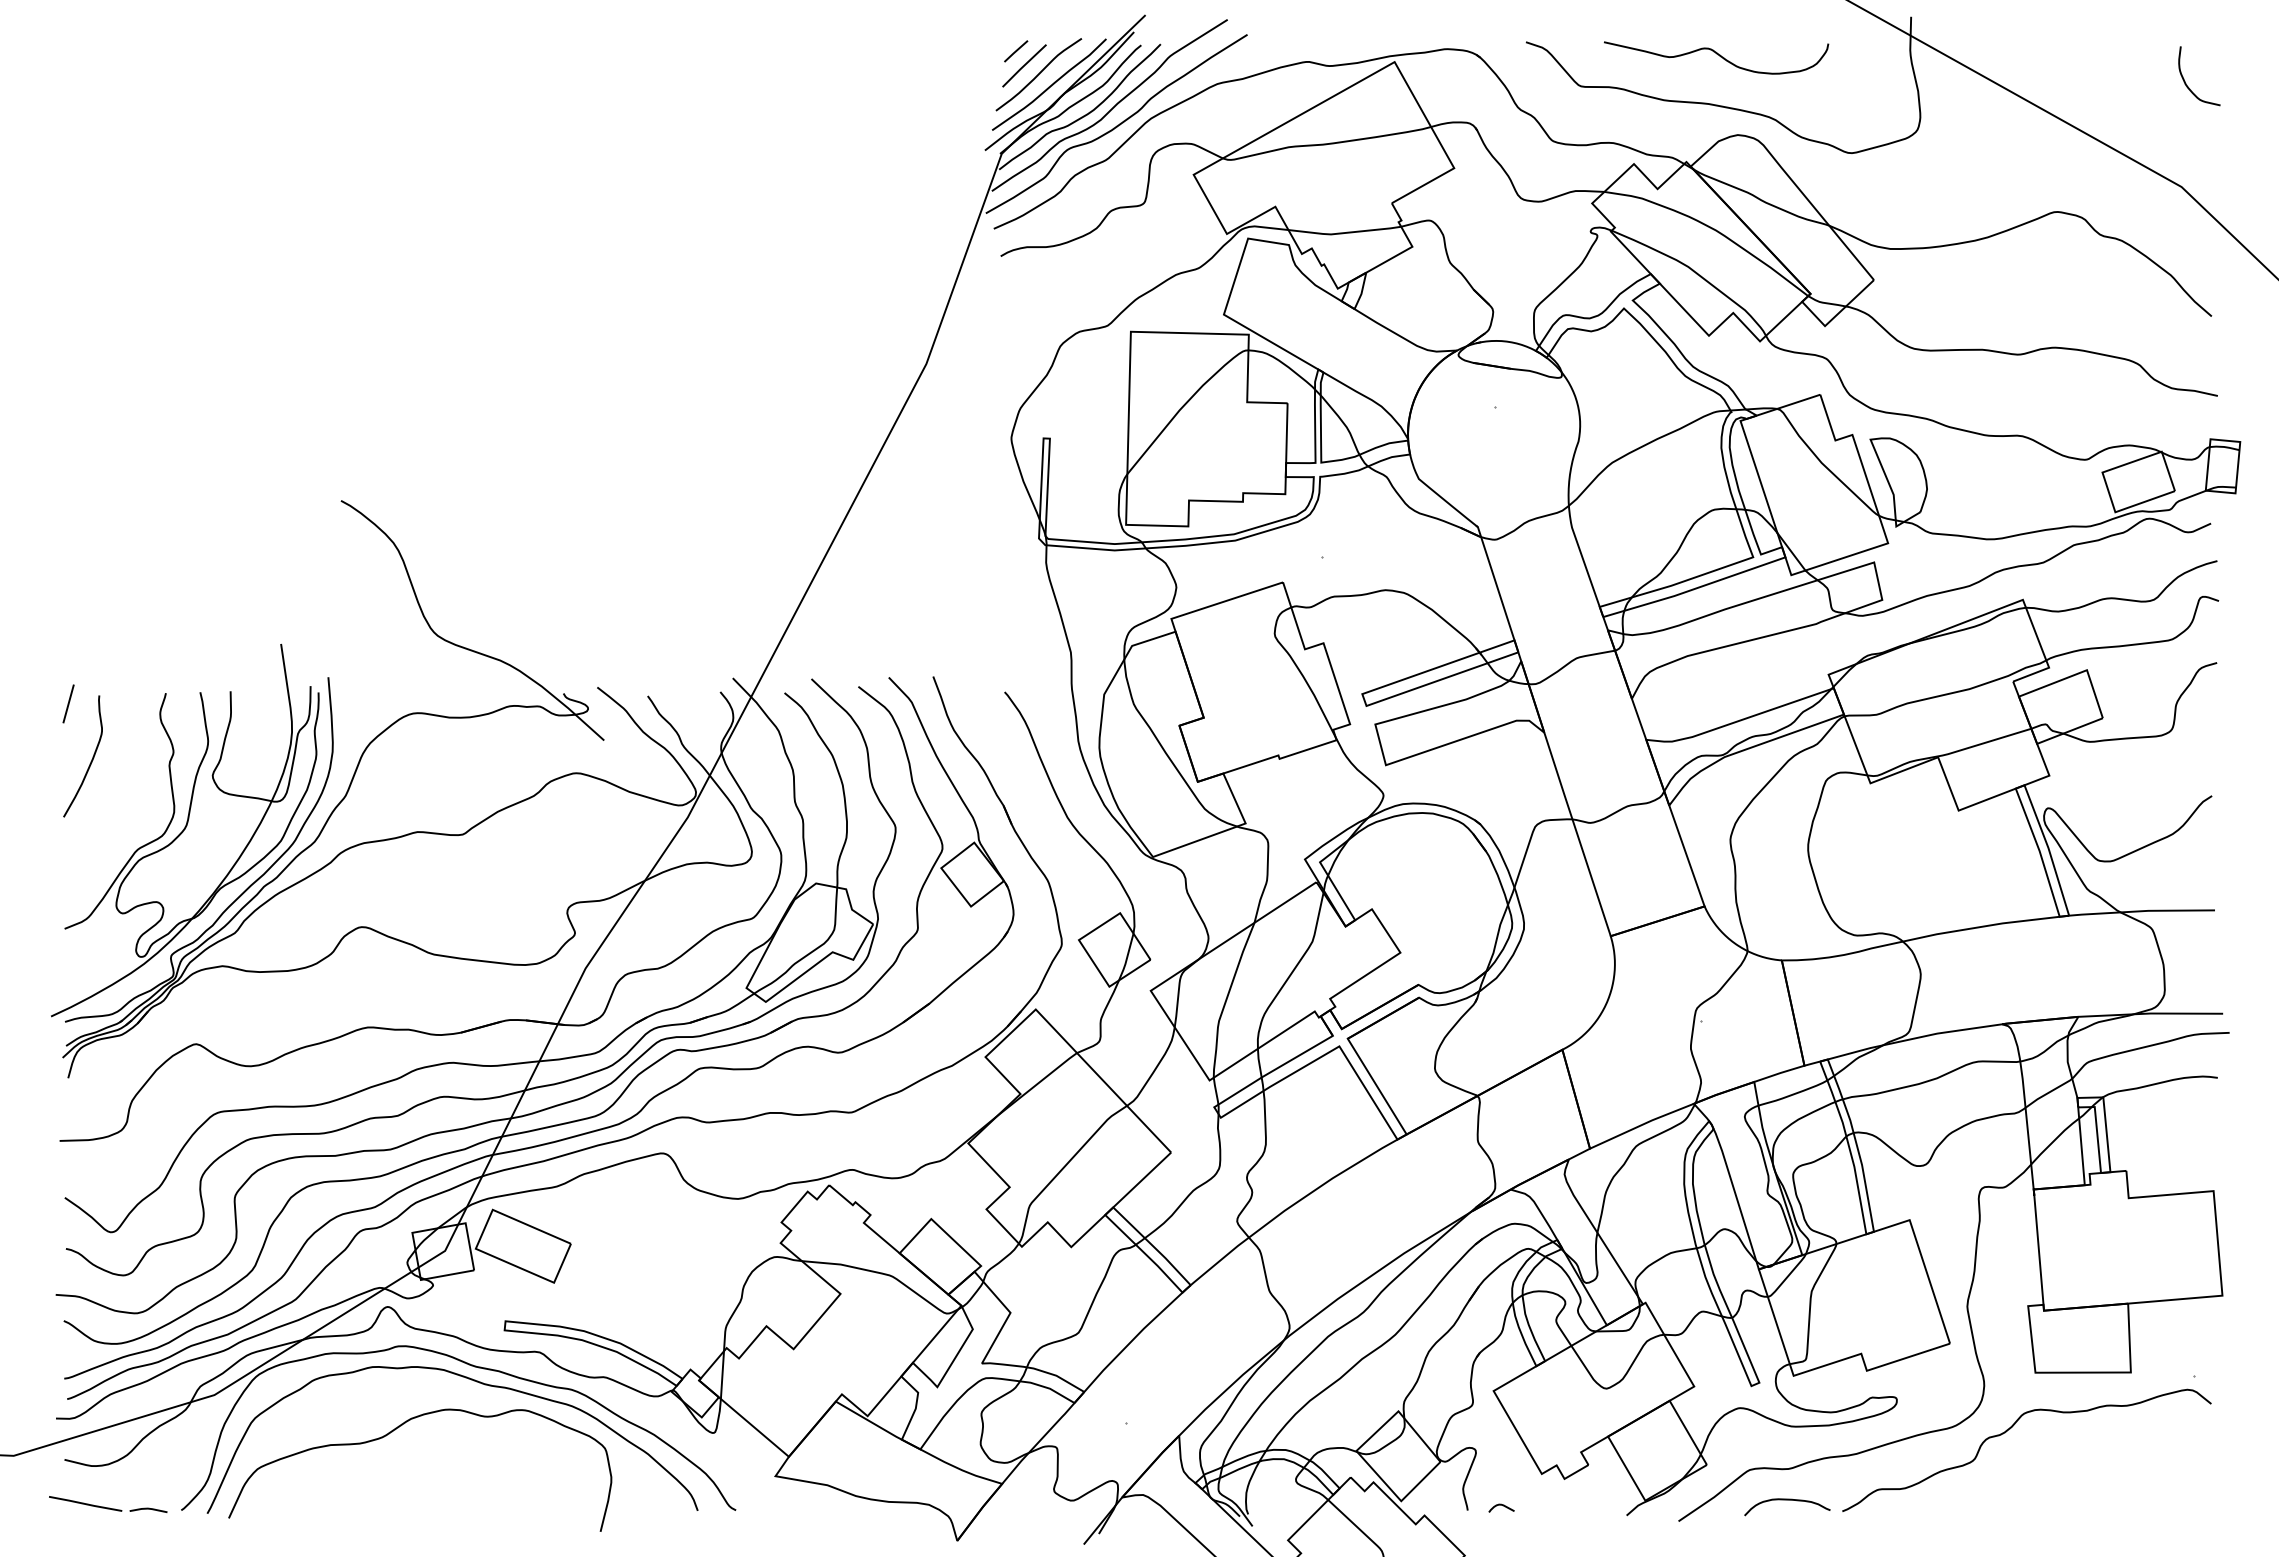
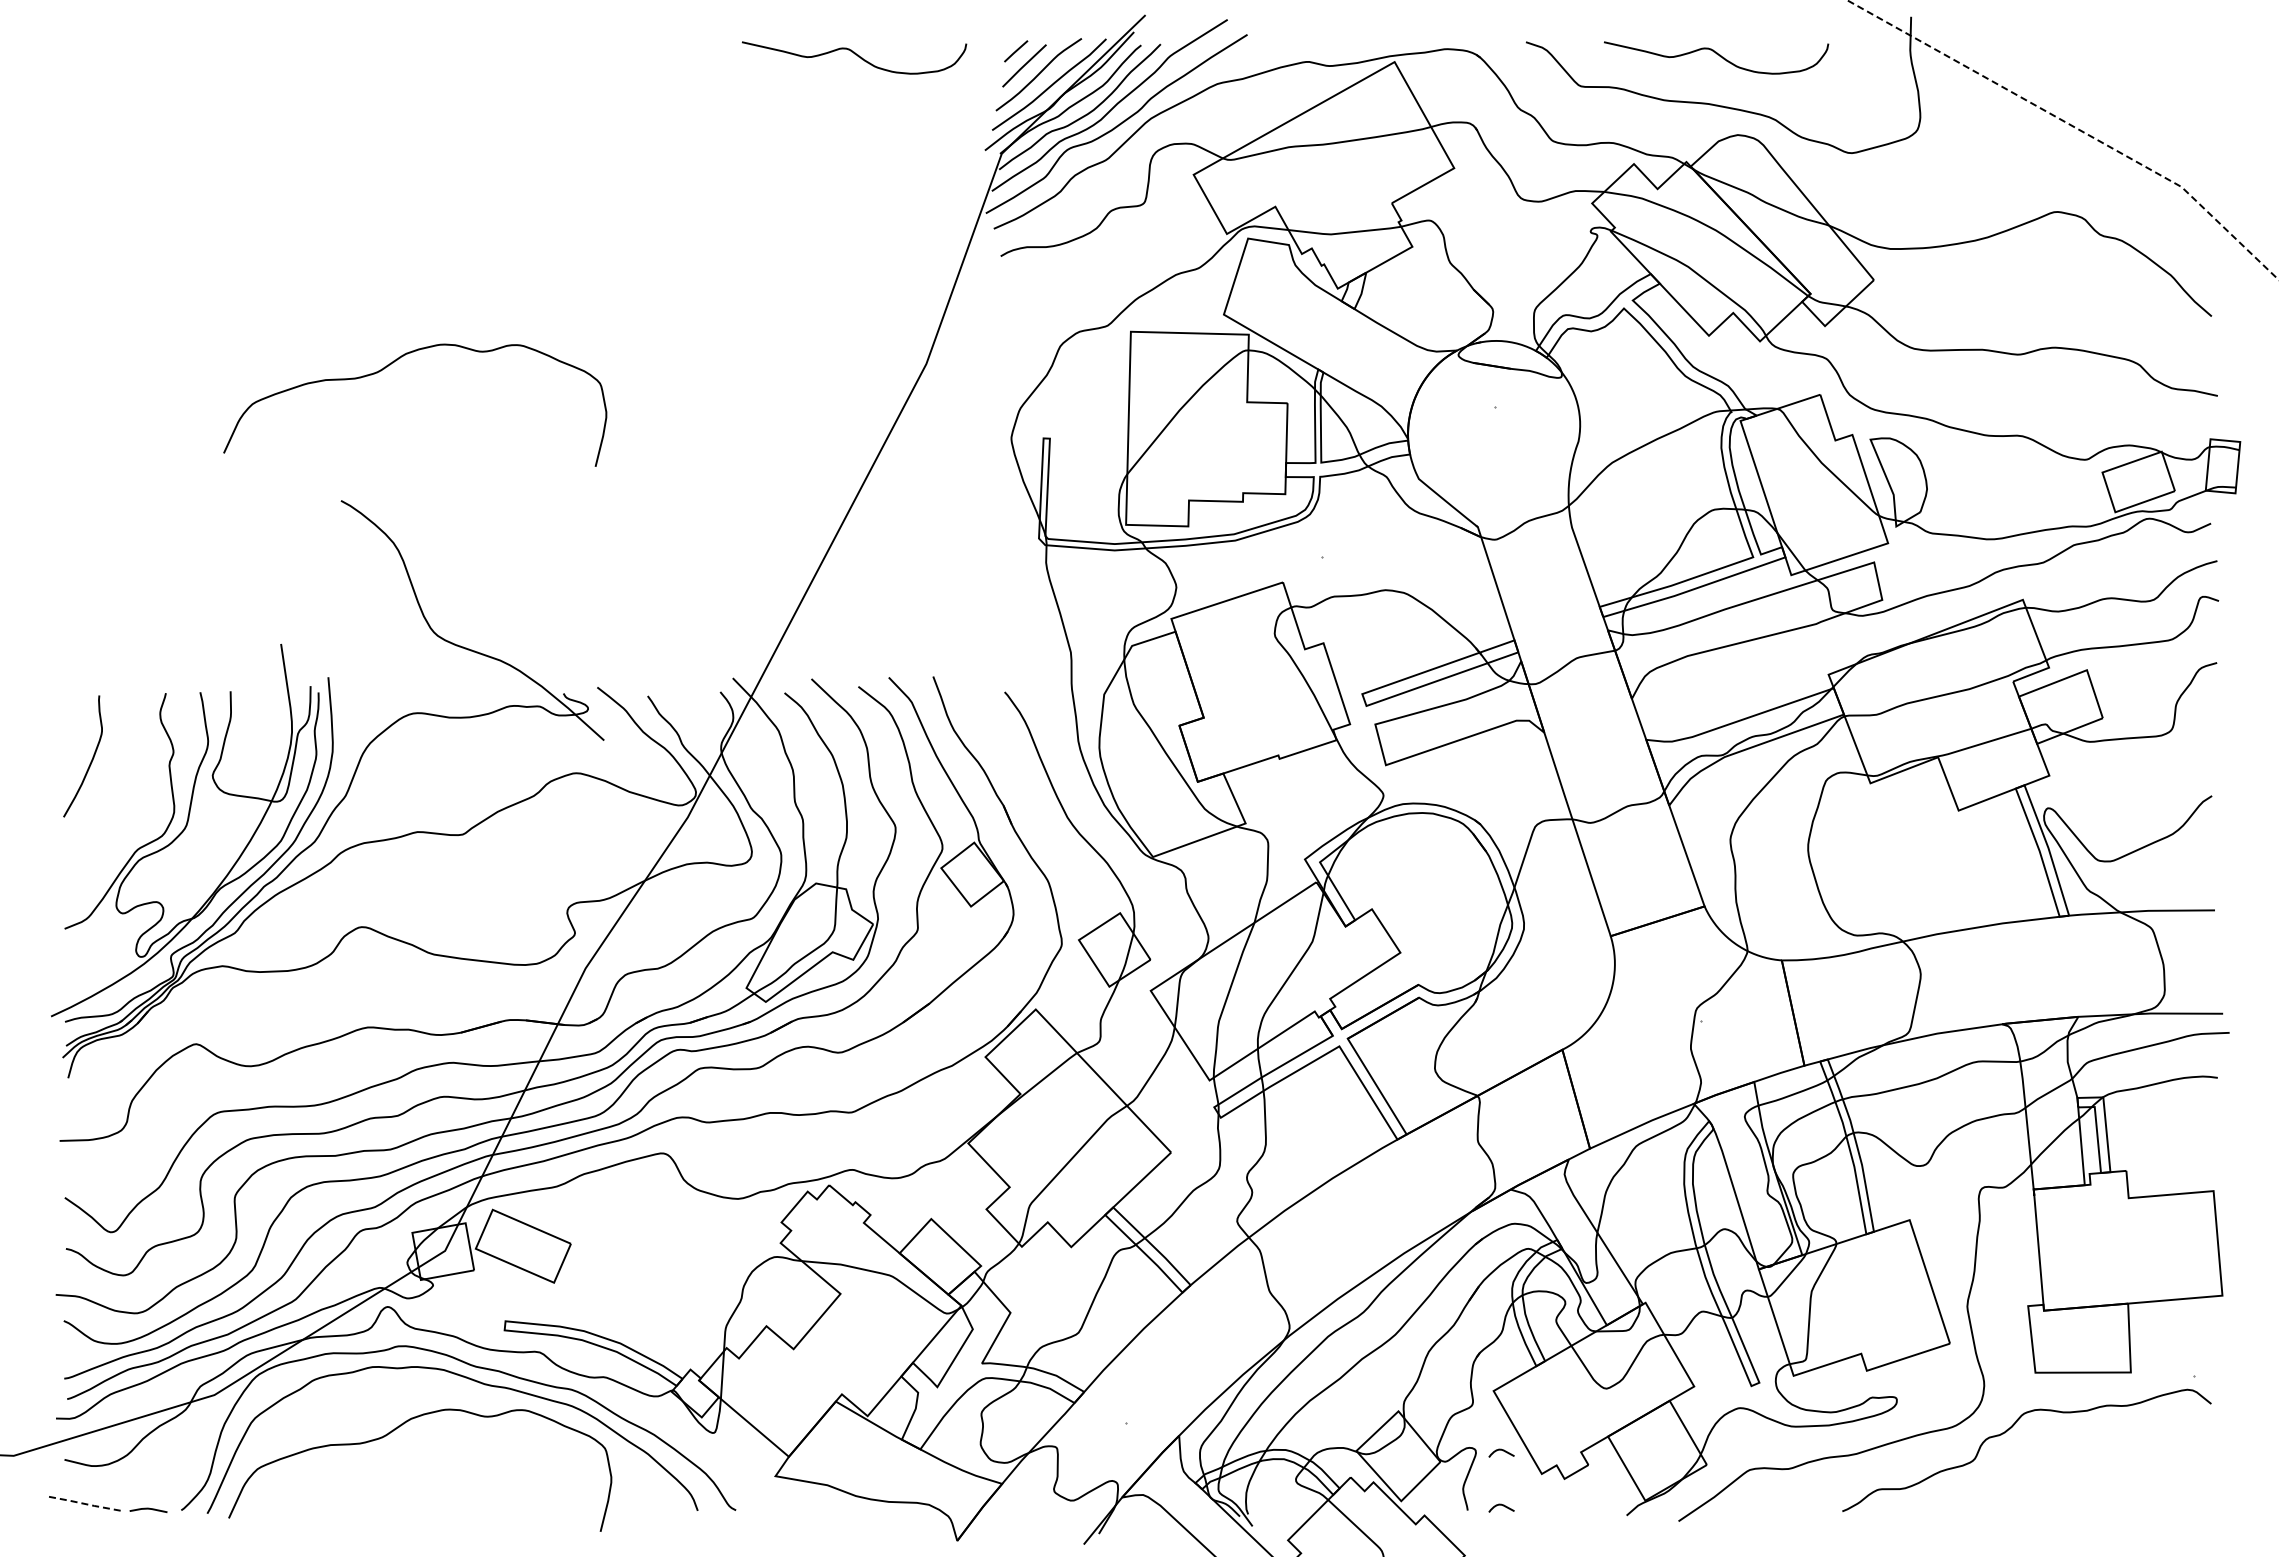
curve at (856, 55): none -> present
curve at (2186, 83): present -> none
line at (2072, 126): solid -> dashed
curve at (390, 365): none -> present
line at (68, 703): present -> none
curve at (1501, 1450): none -> present
curve at (1787, 1500): present -> none
line at (85, 1504): solid -> dashed
